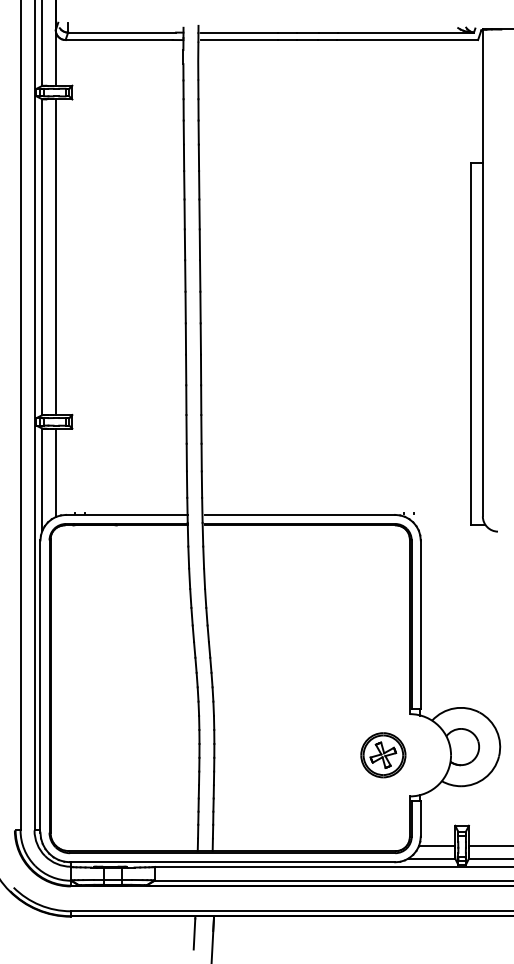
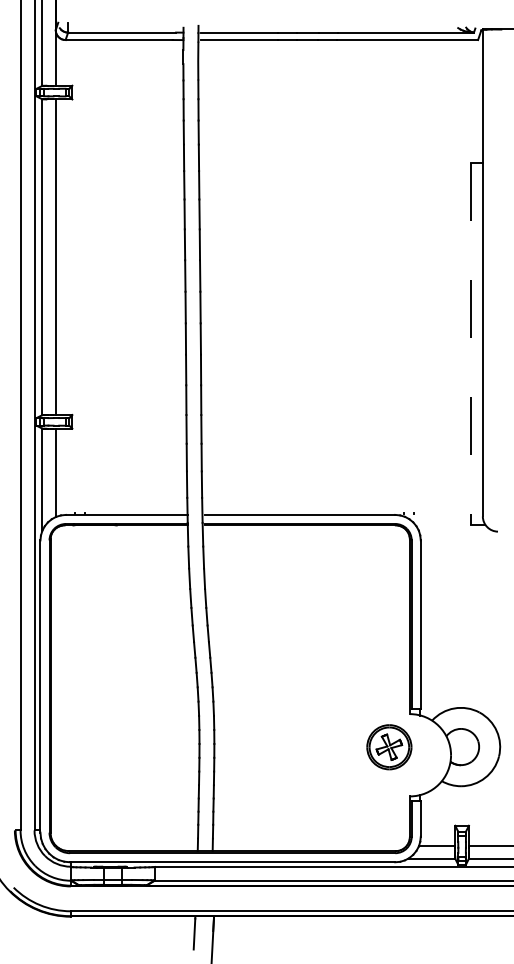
line at (471, 343): solid -> dashed
part at (383, 755) position: (383, 755) -> (389, 747)
